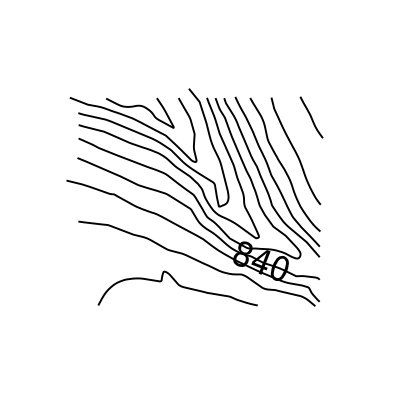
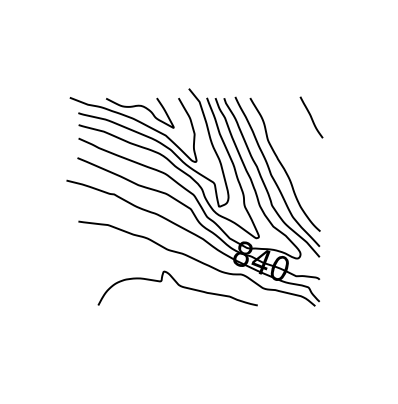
curve at (295, 150): present -> none
